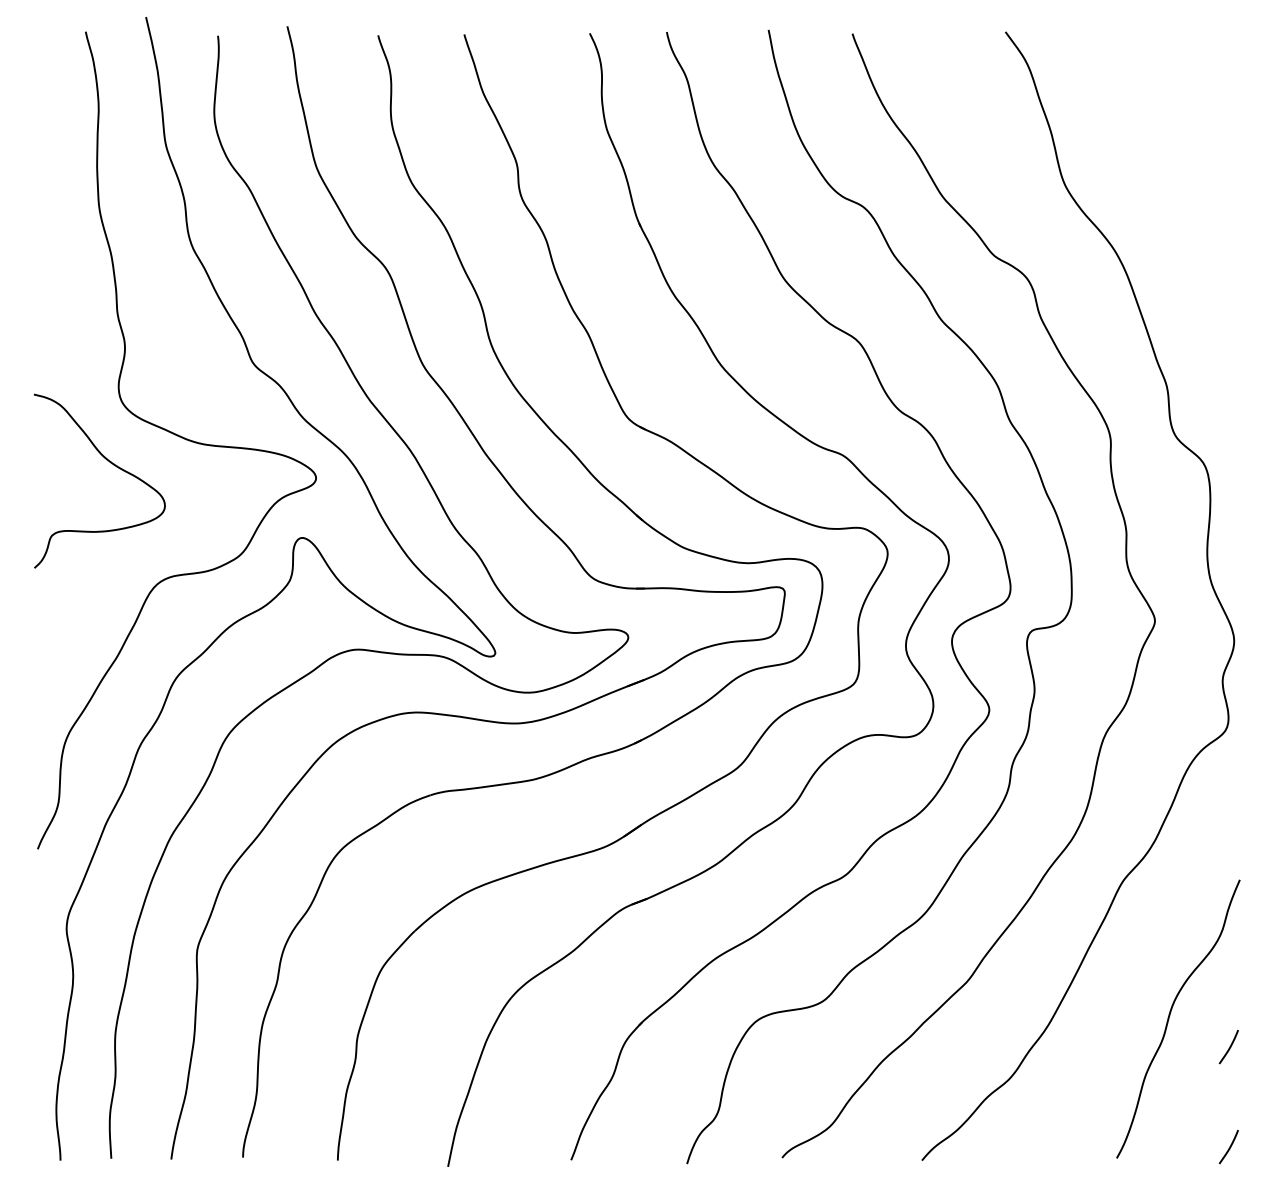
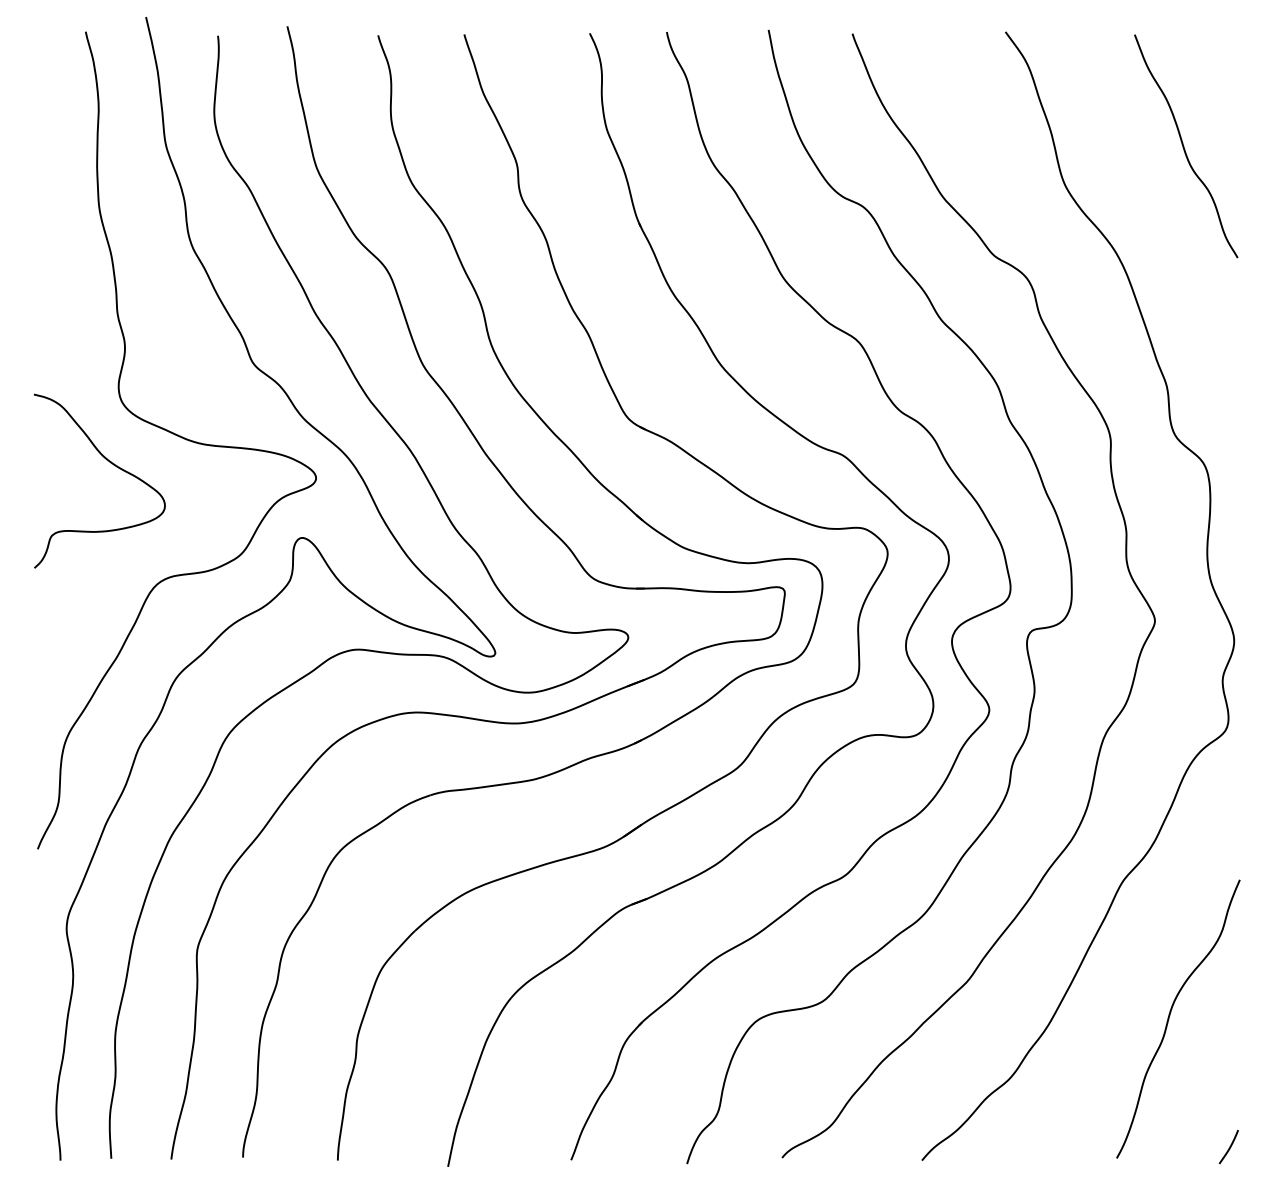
curve at (1184, 146): none -> present
curve at (1229, 1047): present -> none
